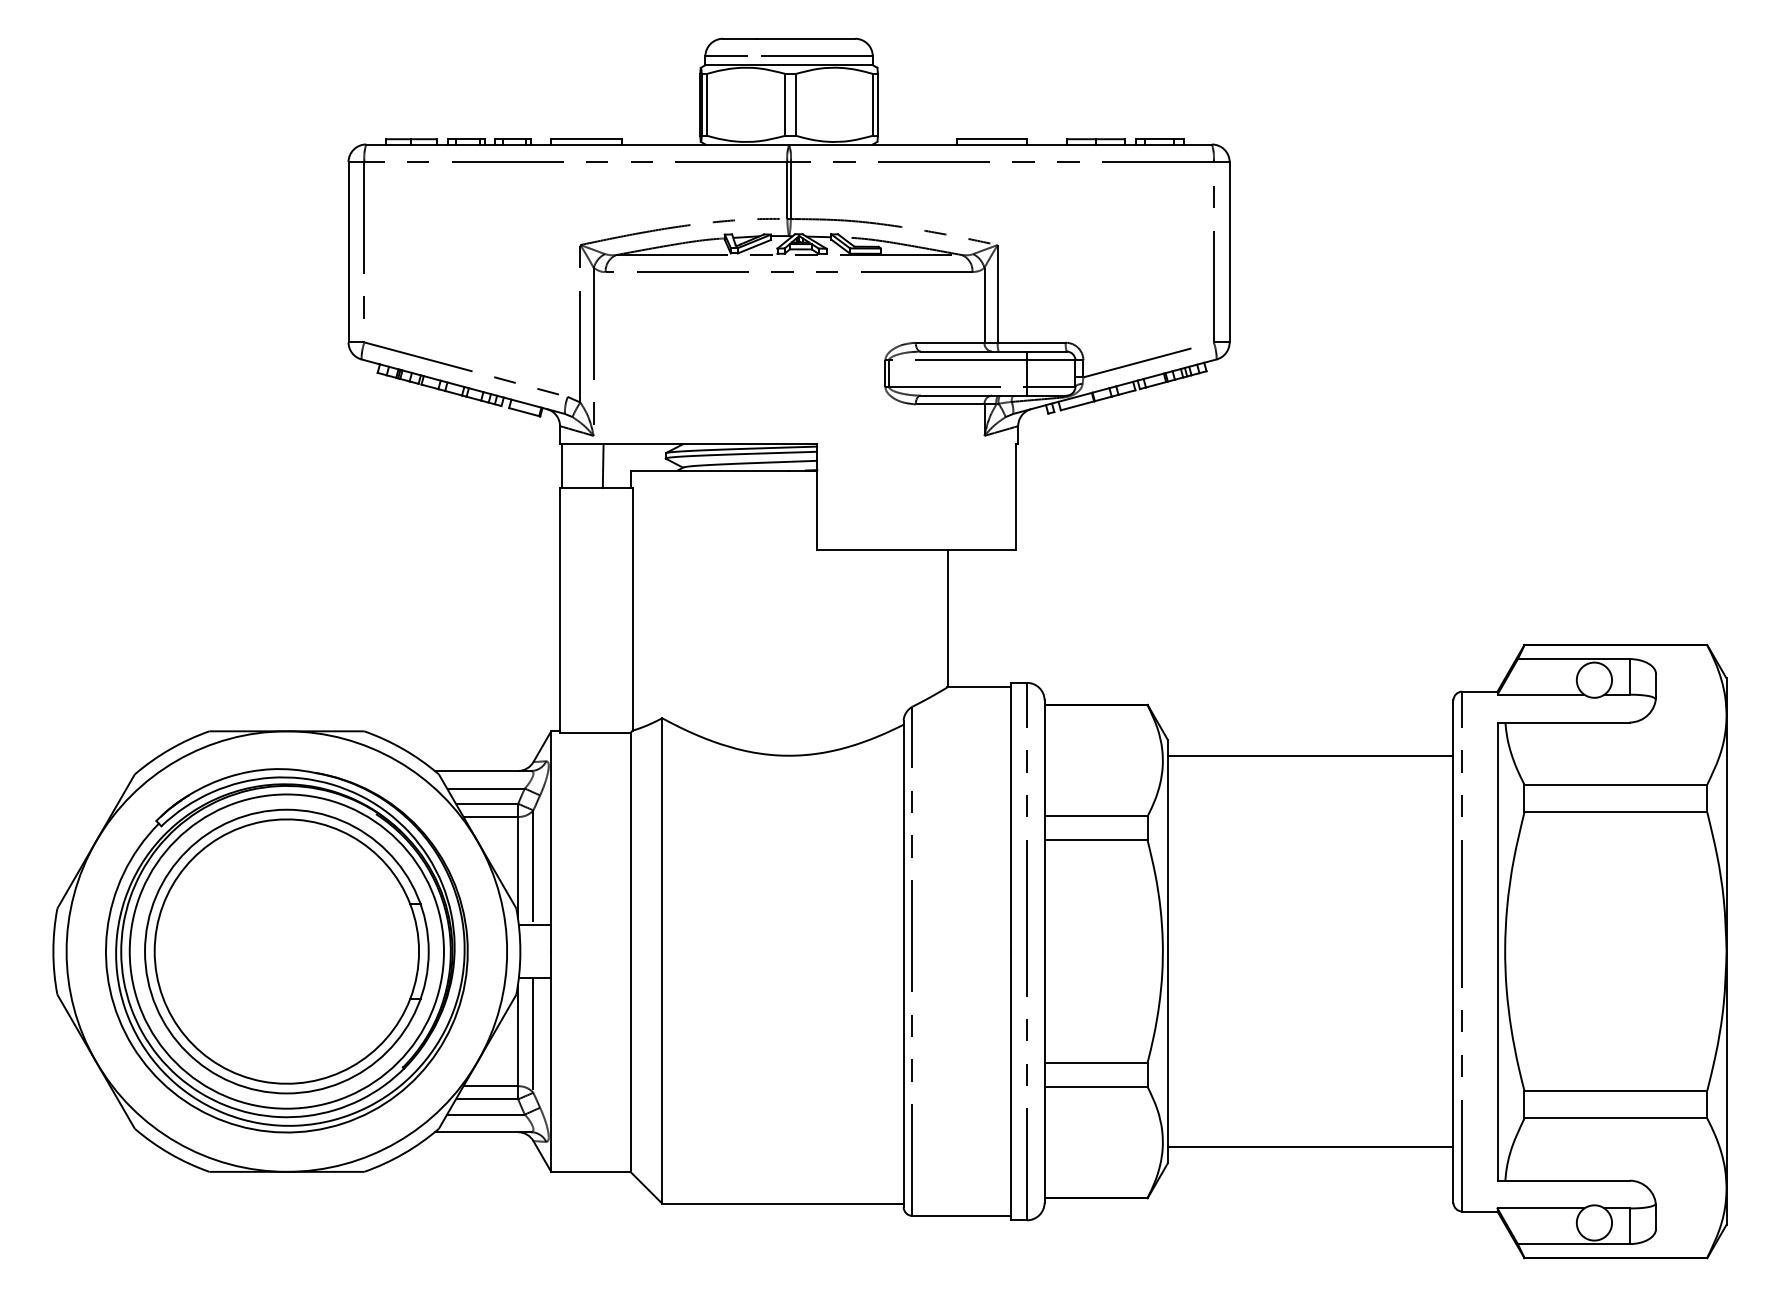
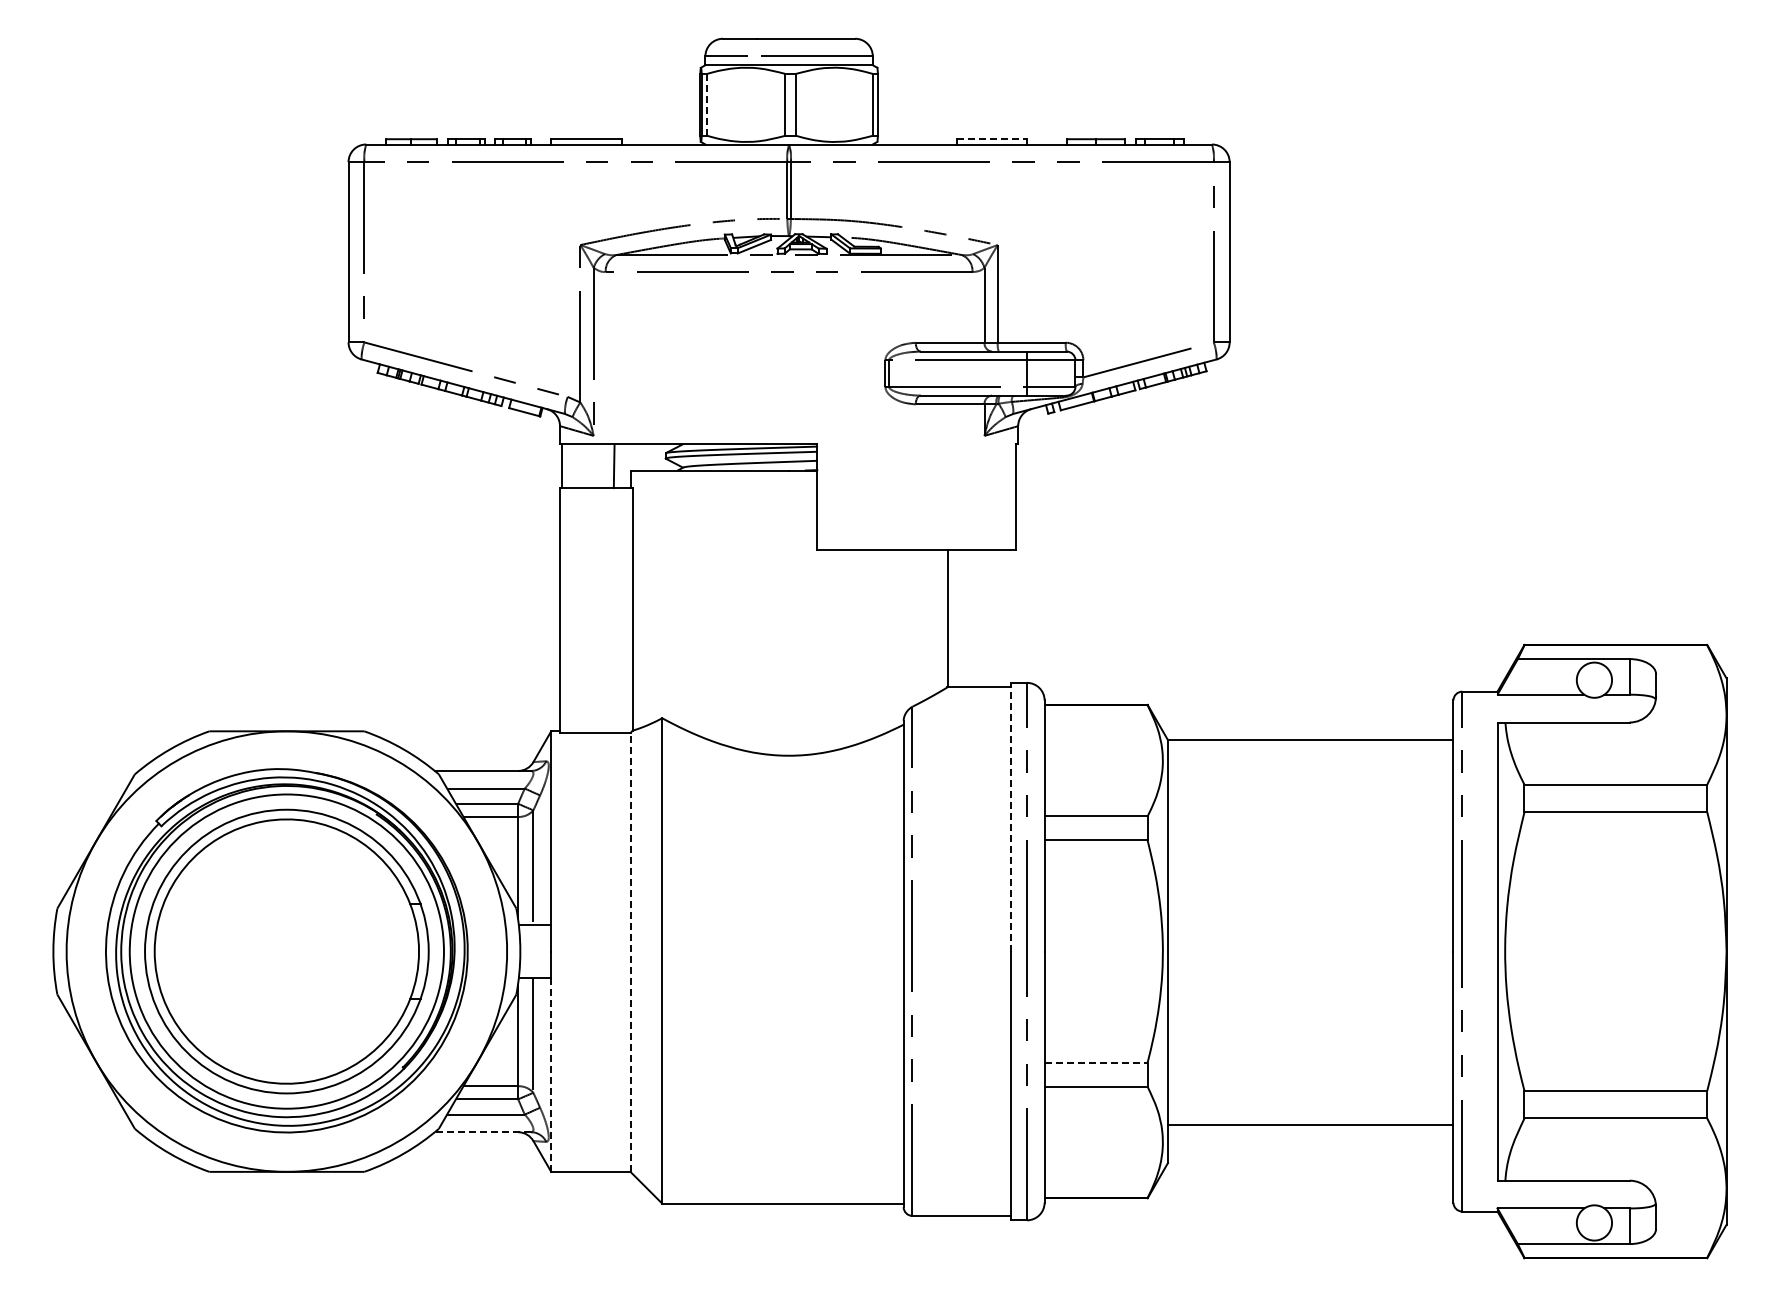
line at (707, 104): solid -> dashed
line at (992, 139): solid -> dashed
line at (602, 466) position: (602, 466) -> (613, 466)
line at (1310, 755) position: (1310, 755) -> (1310, 739)
line at (1011, 816): solid -> dashed
line at (630, 951): solid -> dashed
line at (1096, 1062): solid -> dashed
line at (551, 1074): solid -> dashed
line at (482, 1132): solid -> dashed
line at (1310, 1147) position: (1310, 1147) -> (1310, 1125)
